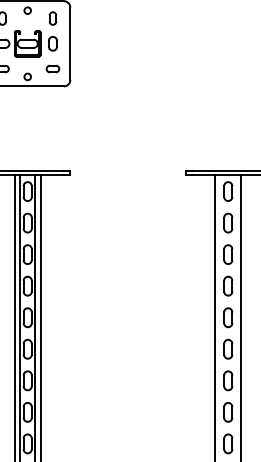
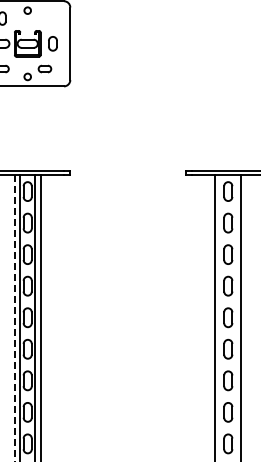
part at (52, 18): present -> none
part at (52, 68) position: (52, 68) -> (44, 68)
line at (14, 317): solid -> dashed
